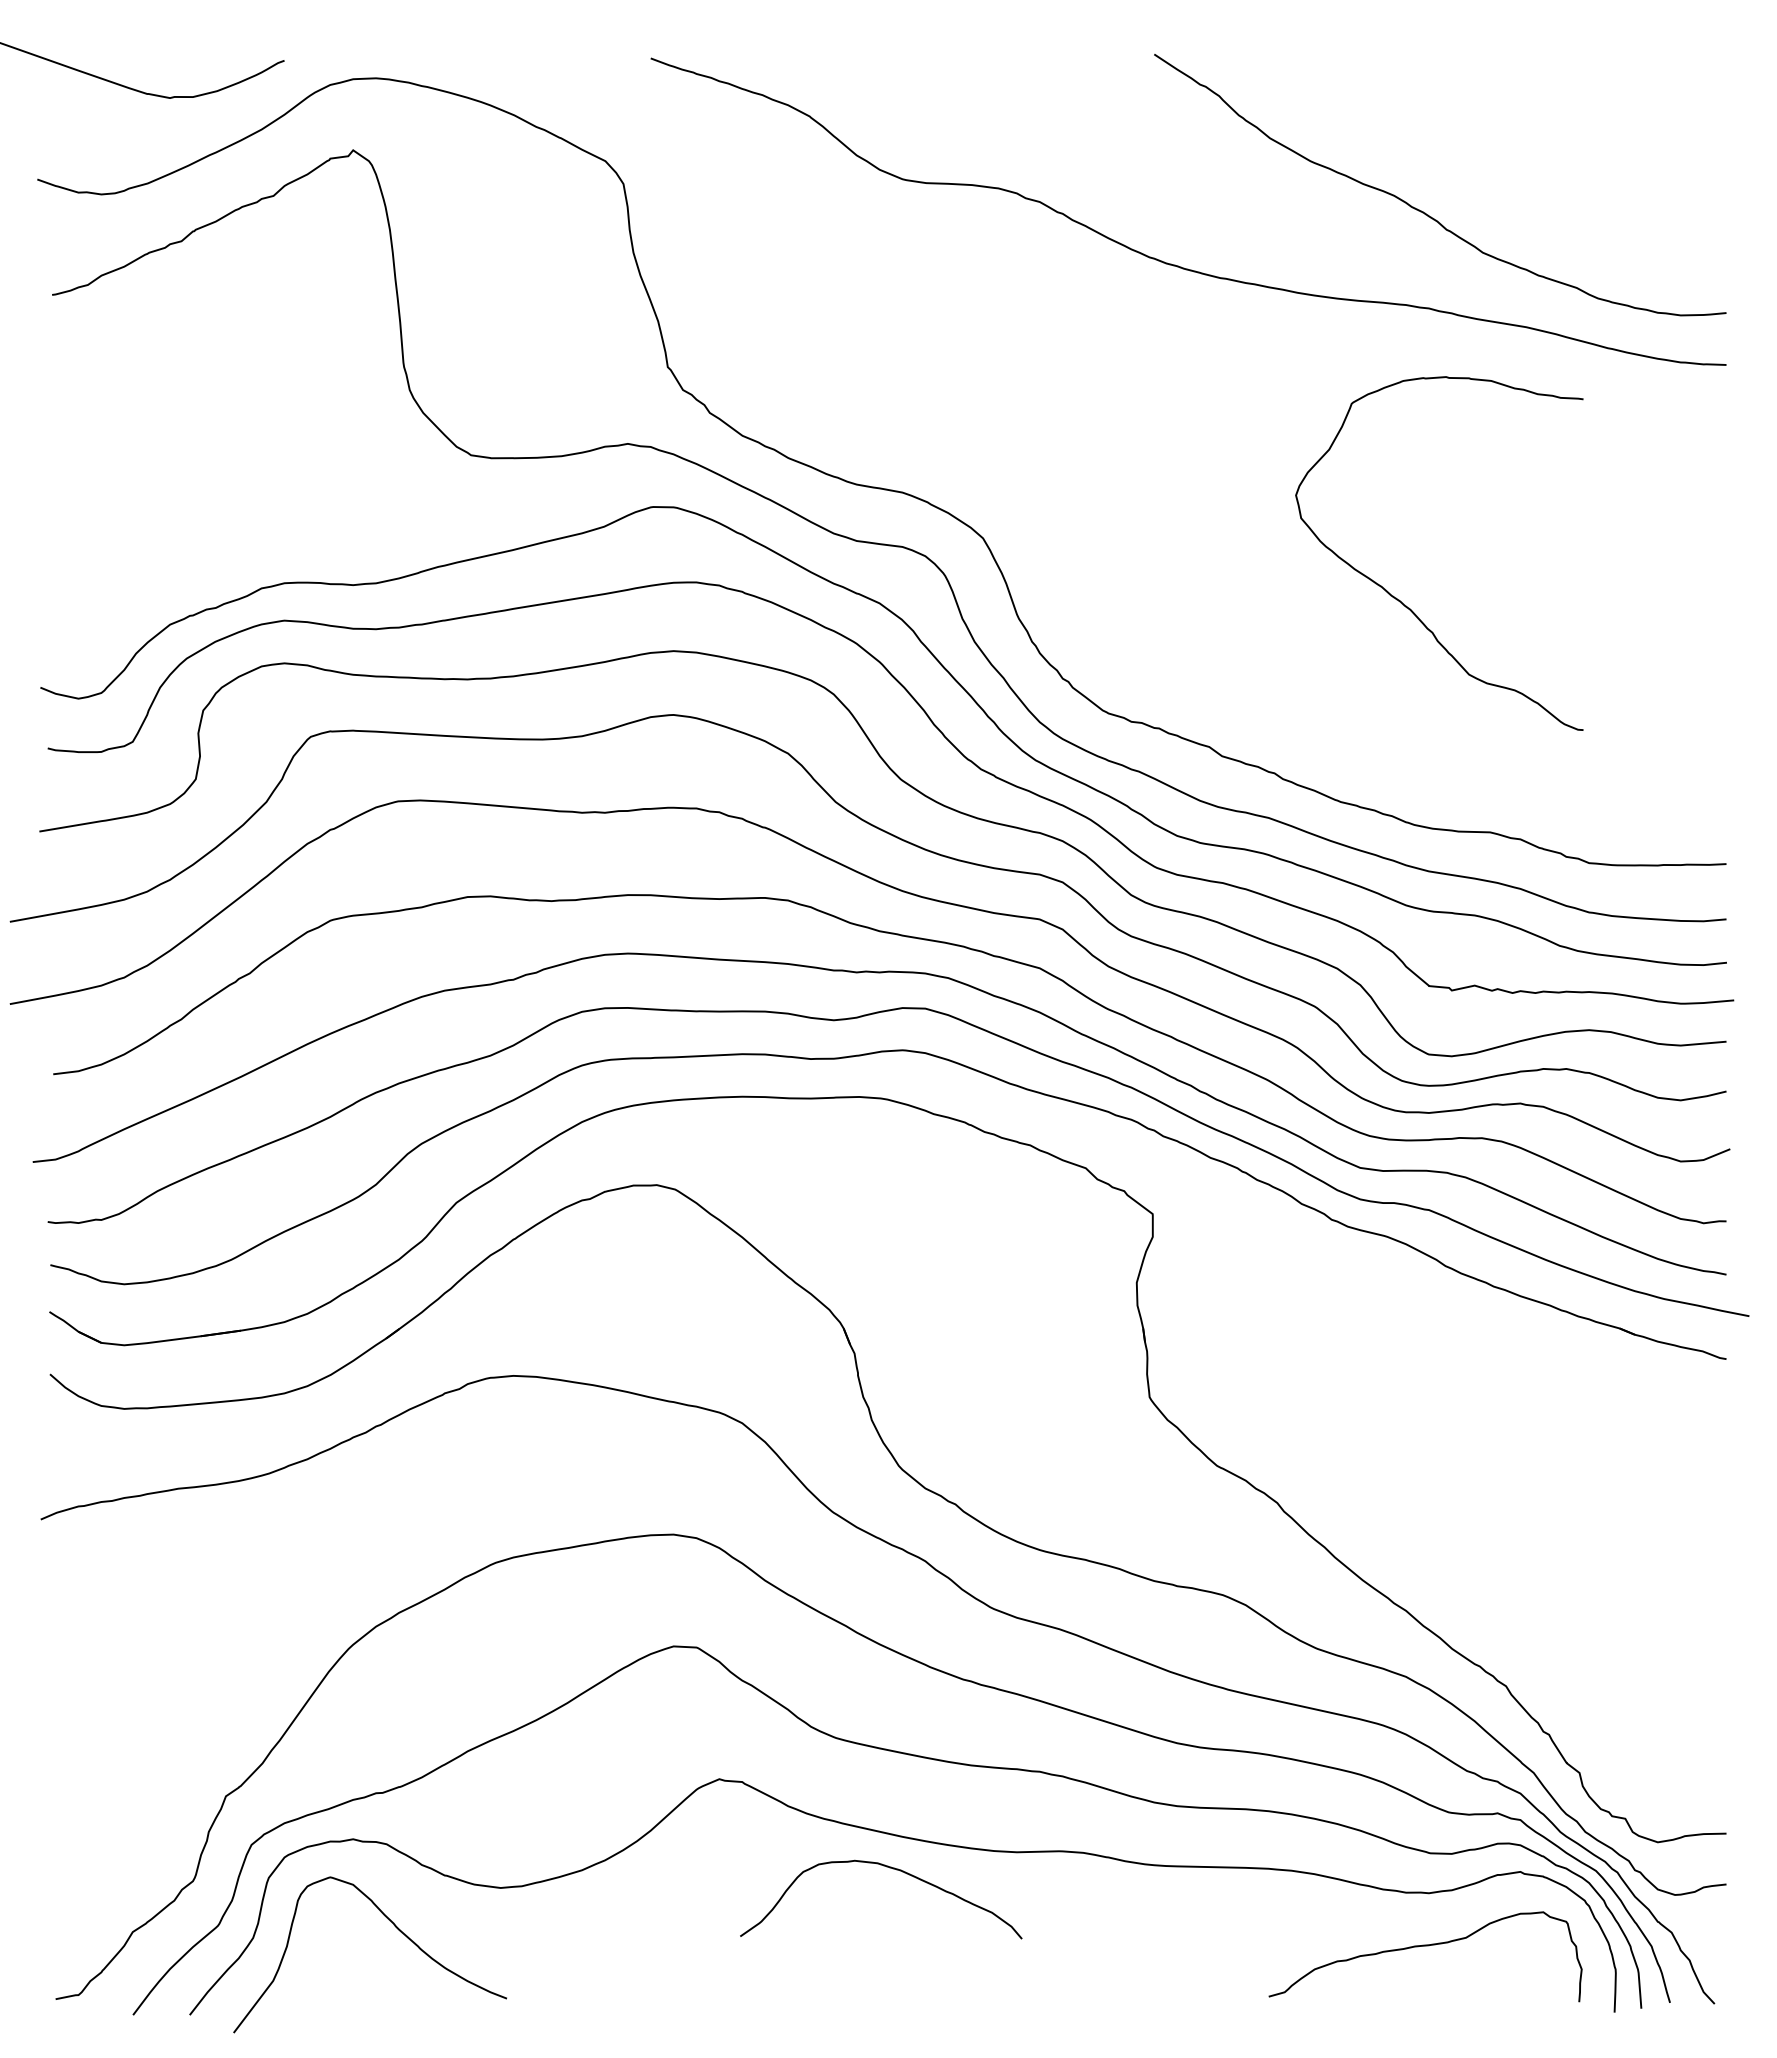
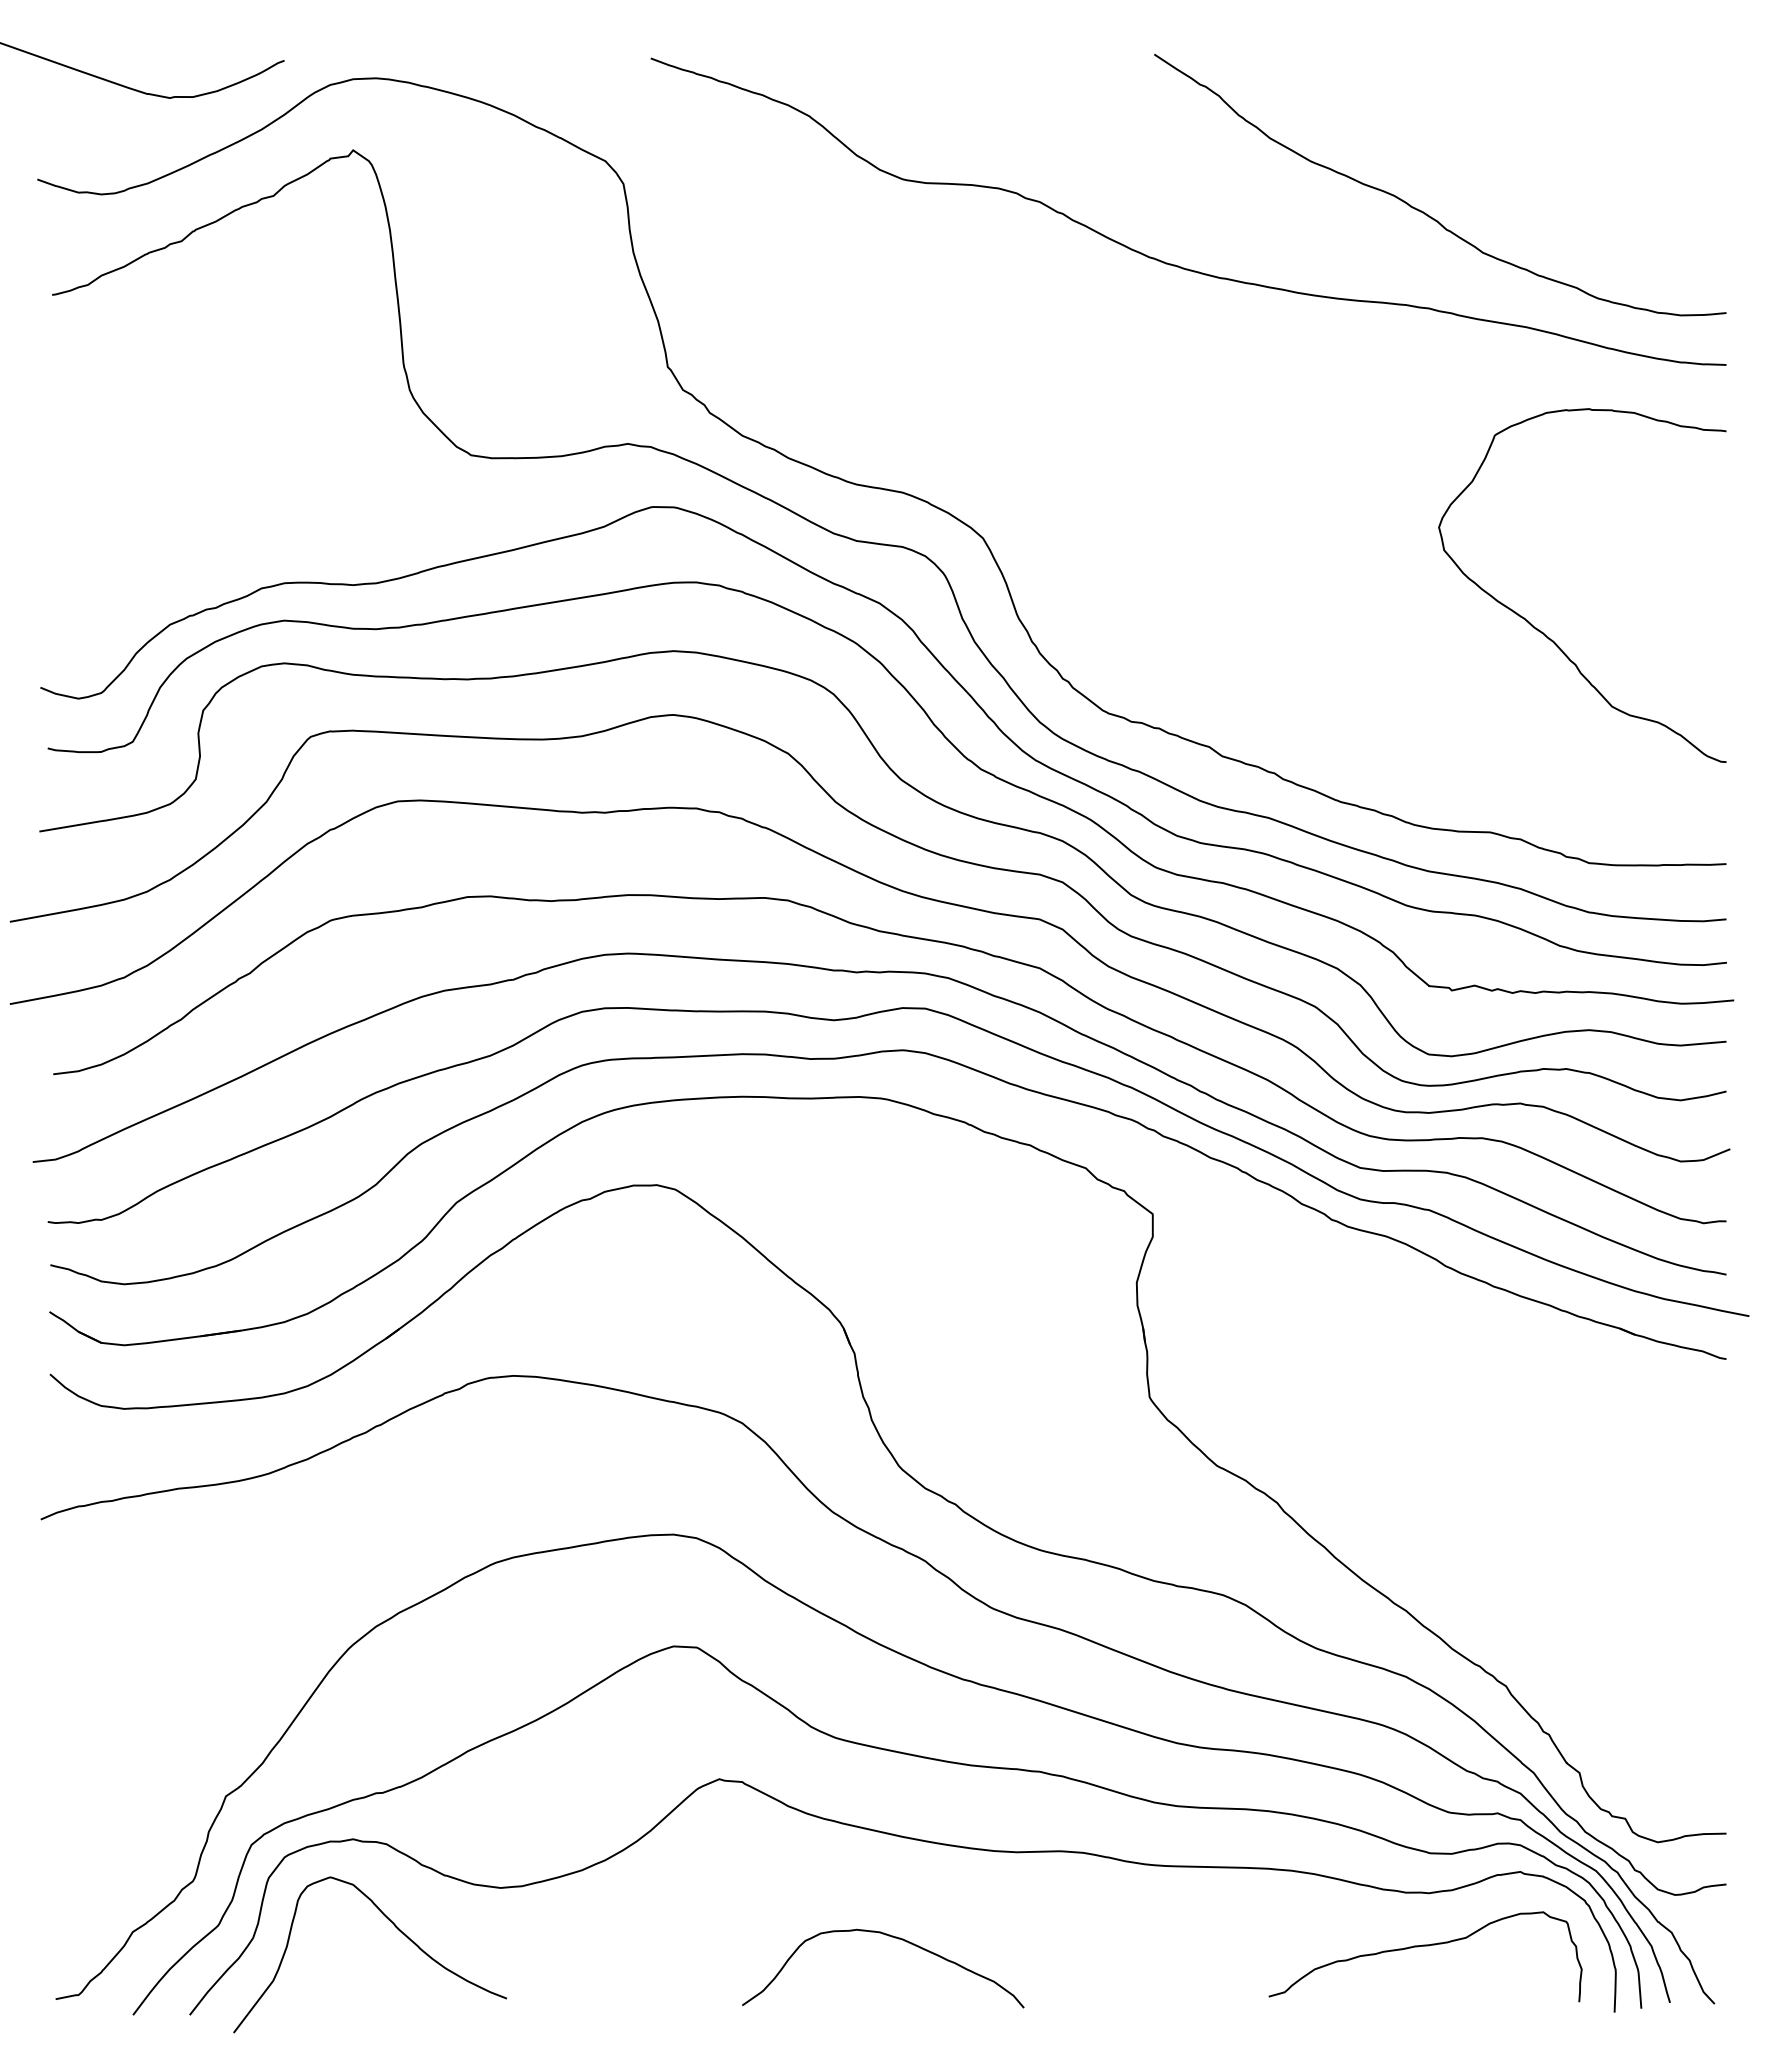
curve at (1399, 599) position: (1399, 599) -> (1542, 631)
curve at (889, 1868) position: (889, 1868) -> (891, 1937)
